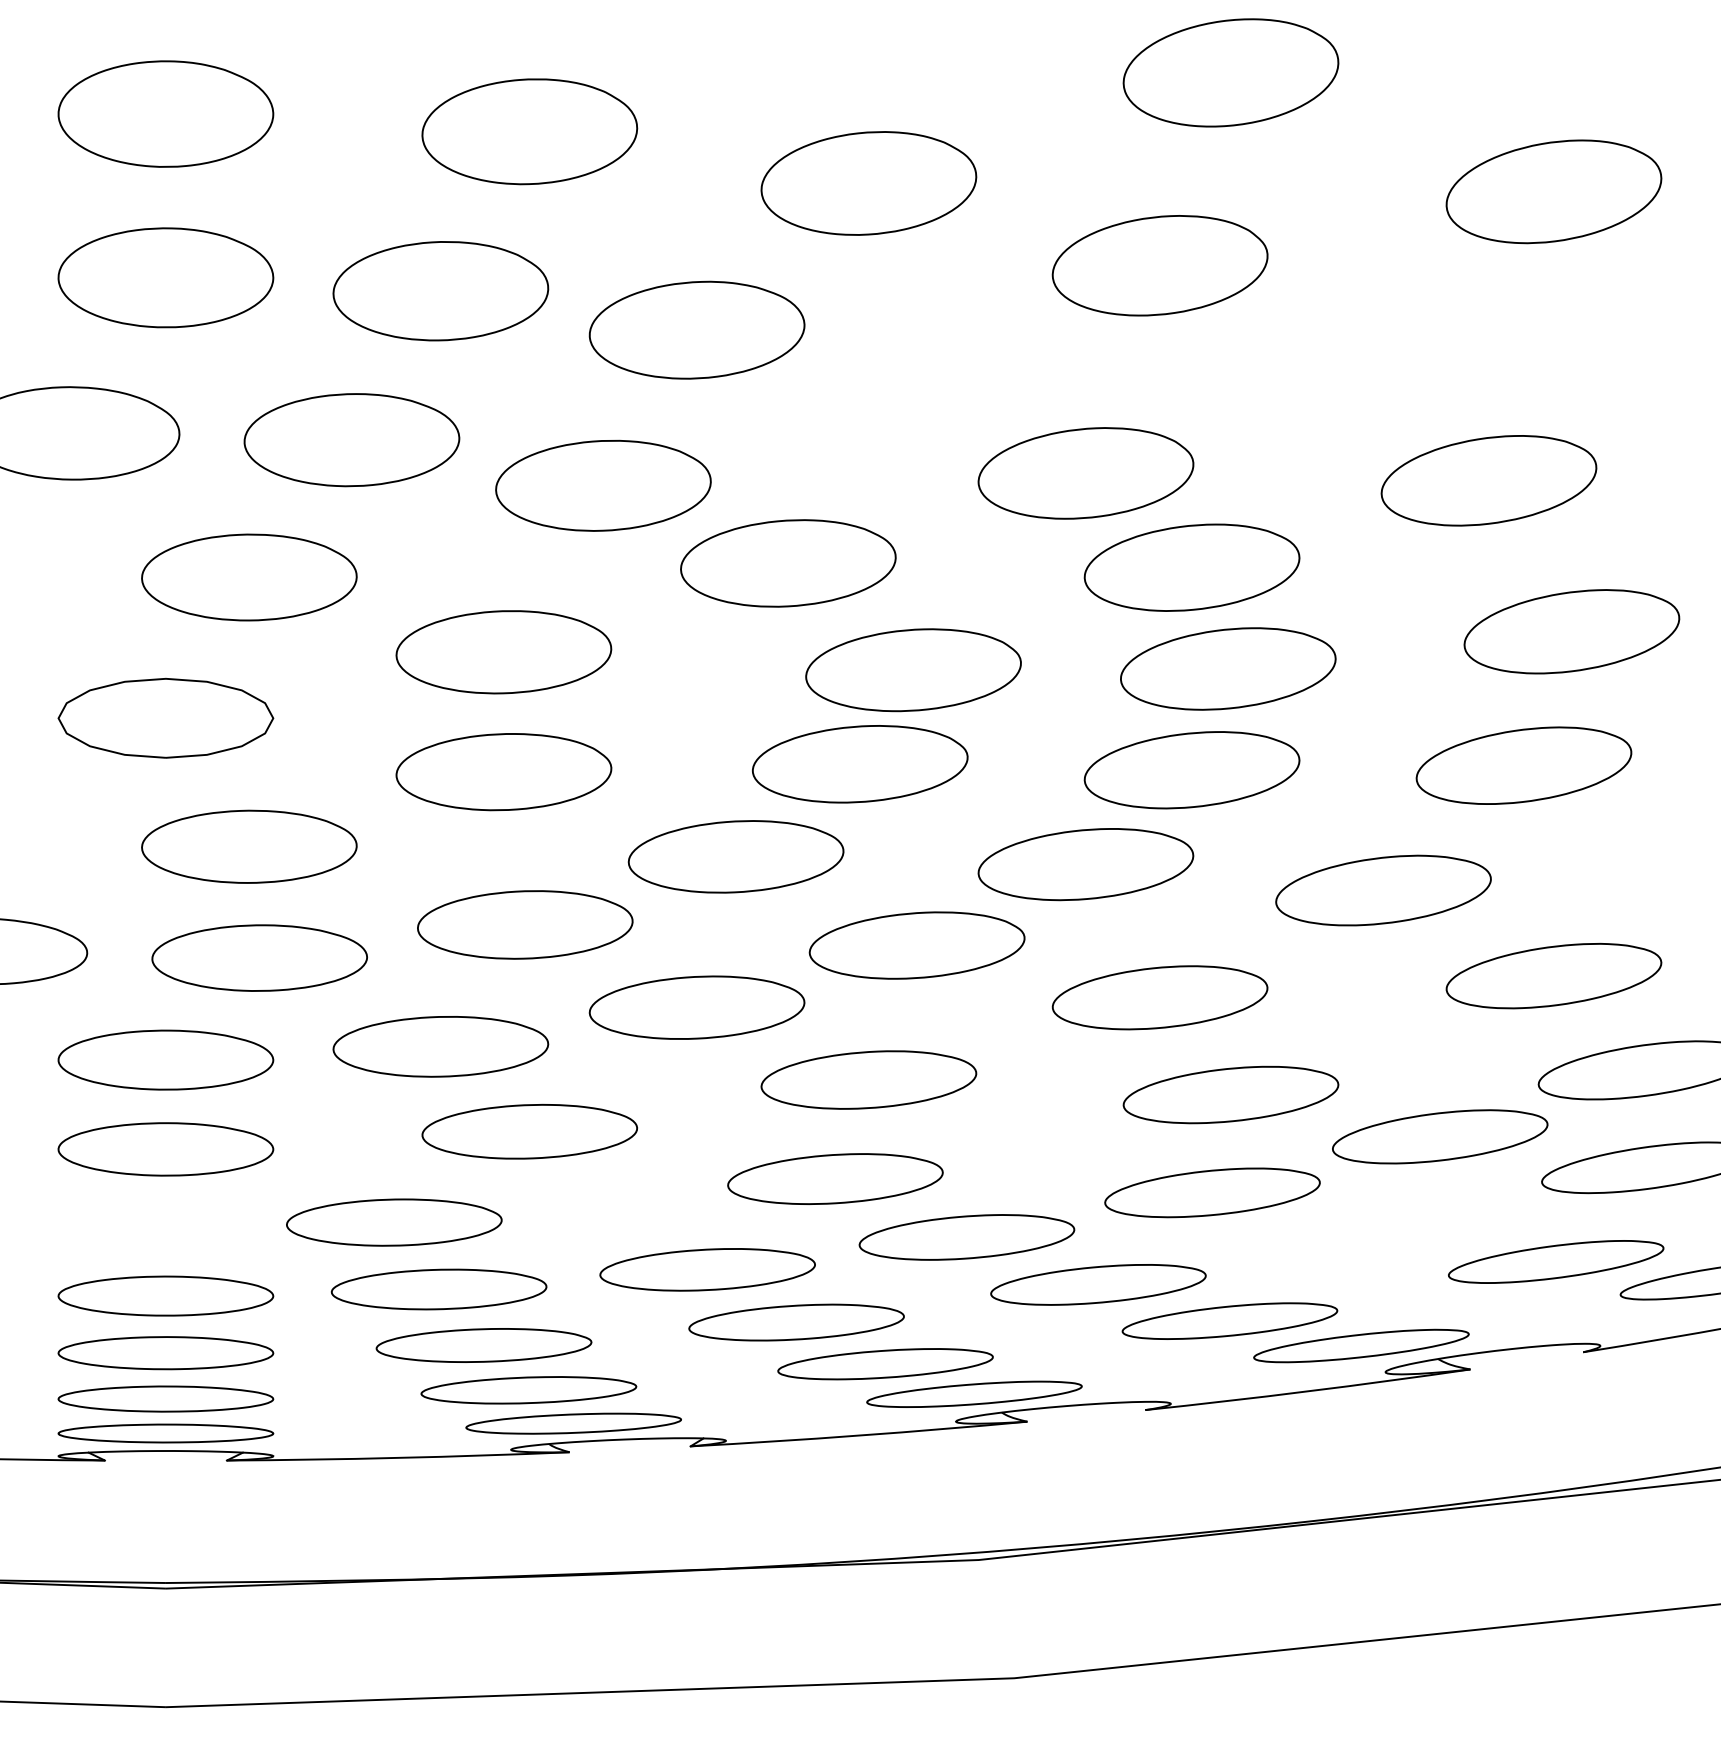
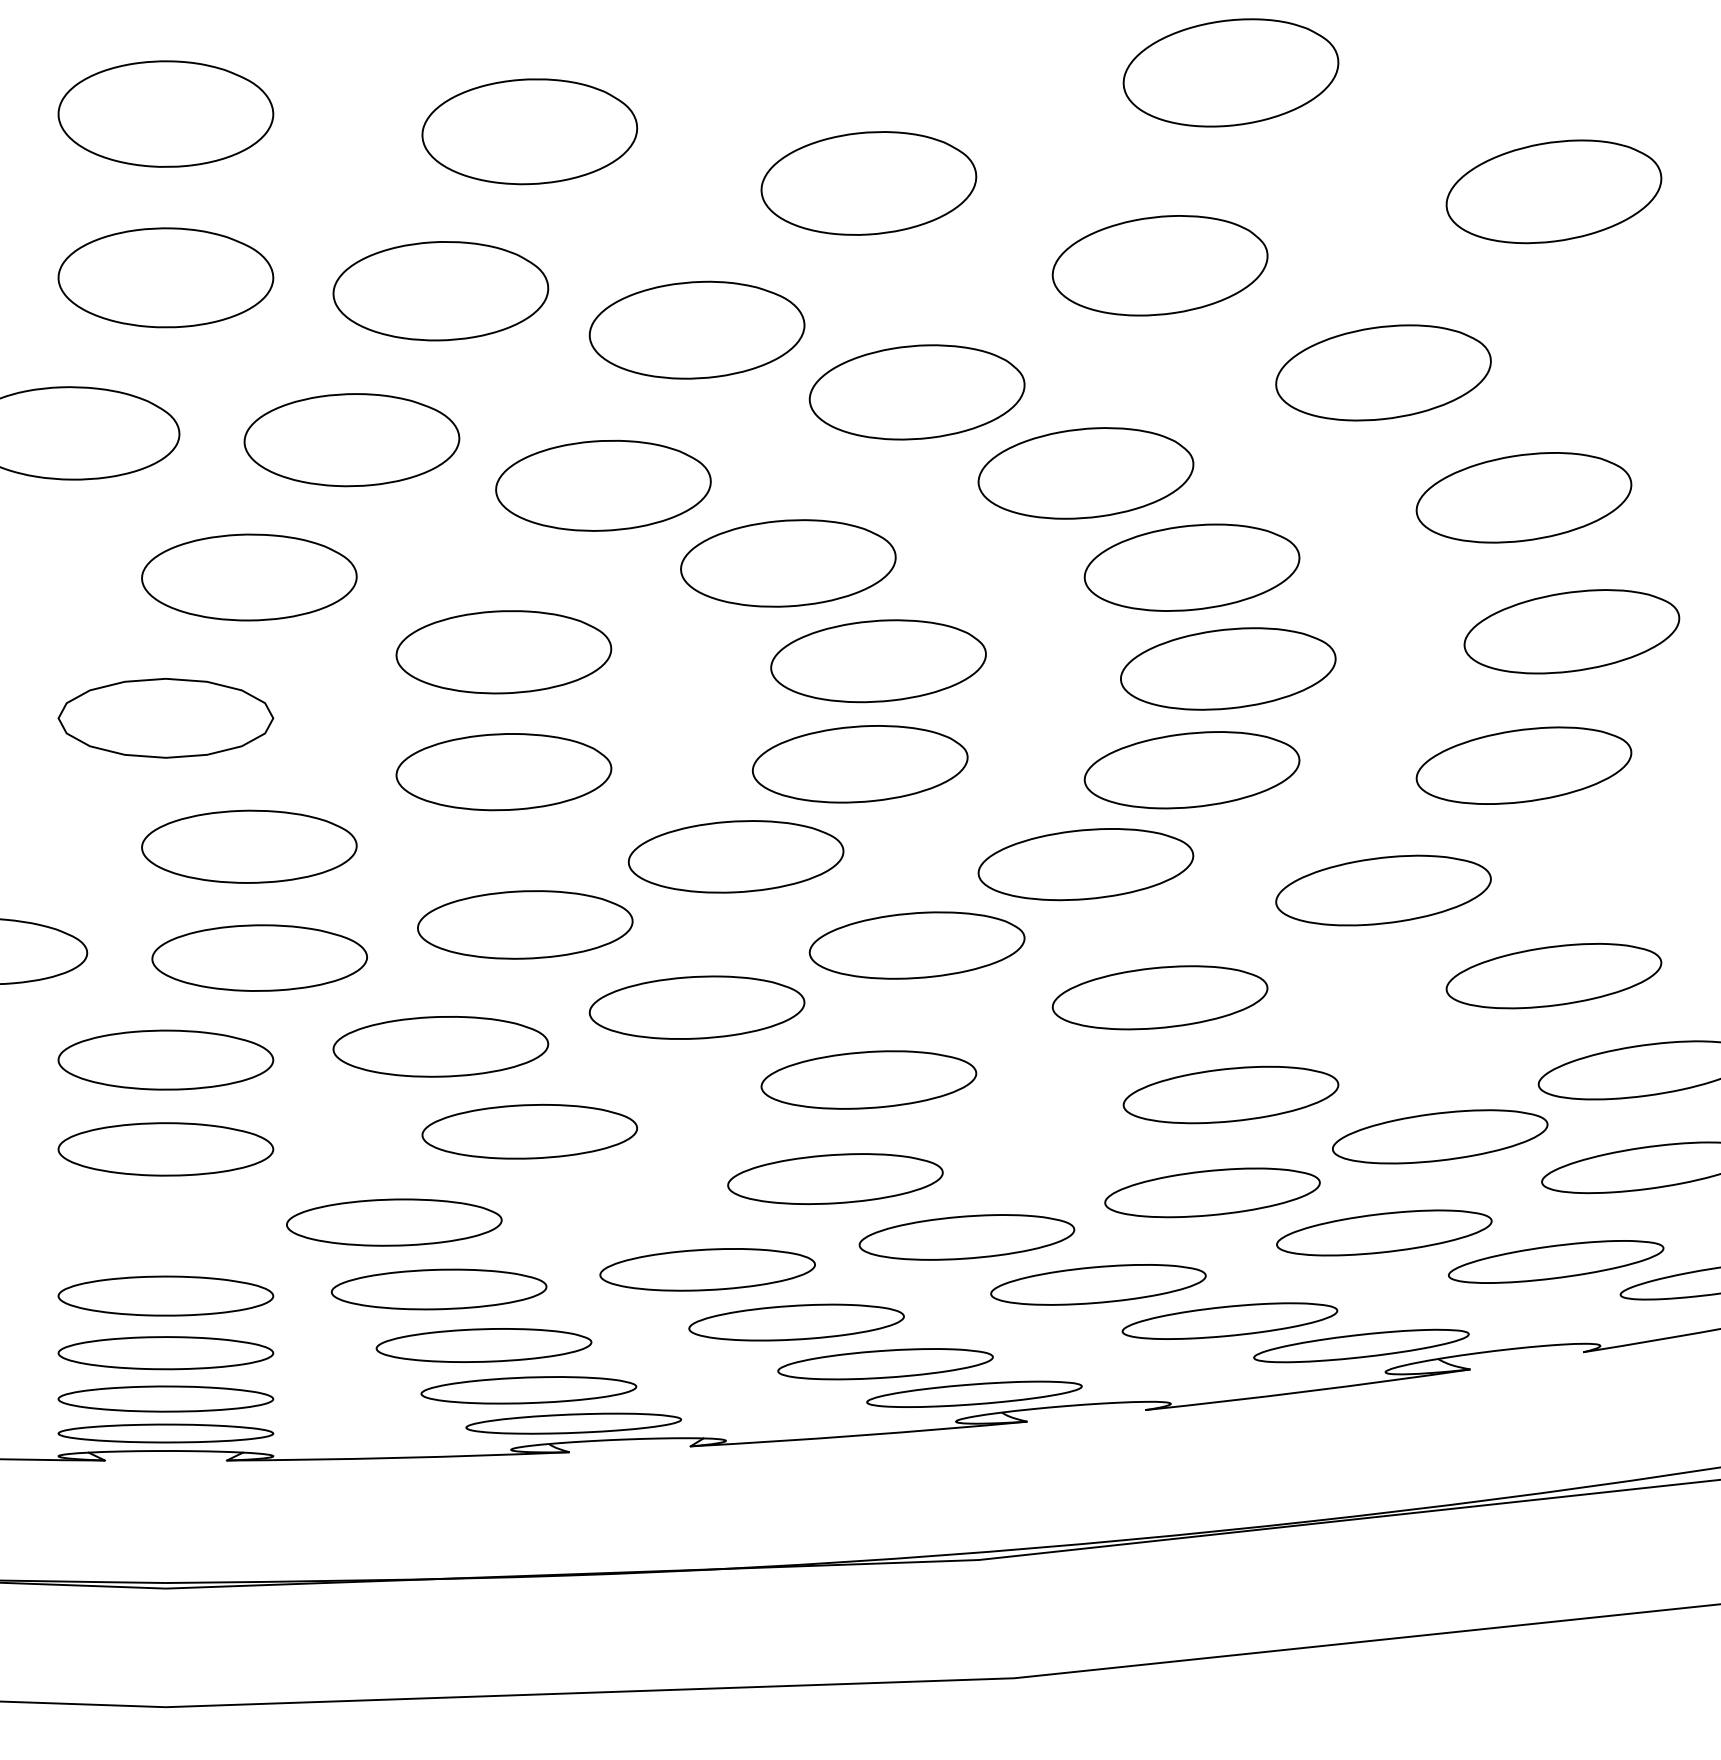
part at (1383, 372): none -> present
part at (916, 392): none -> present
part at (1488, 480) position: (1488, 480) -> (1523, 497)
part at (913, 670) position: (913, 670) -> (878, 661)
part at (1384, 1232): none -> present
